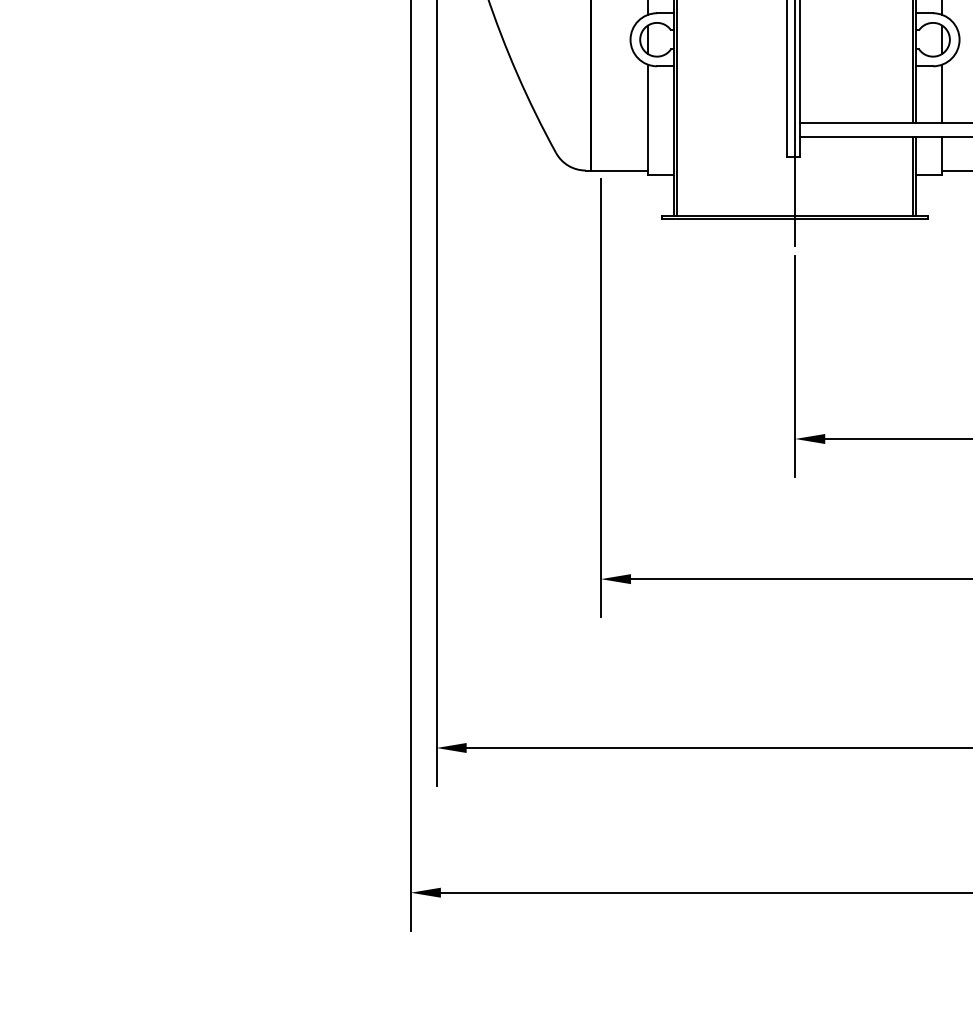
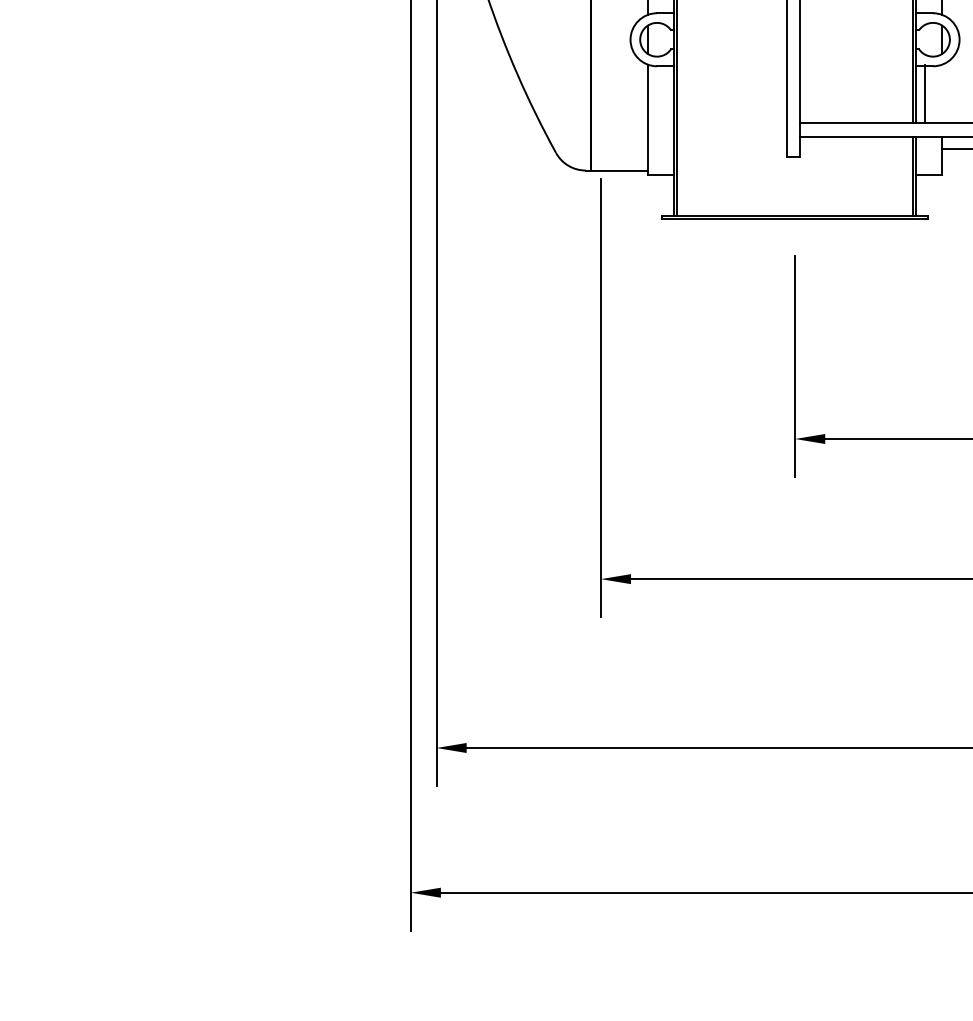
line at (942, 93) position: (942, 93) -> (925, 93)
line at (795, 124): present -> none
line at (955, 170) position: (955, 170) -> (955, 148)
